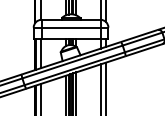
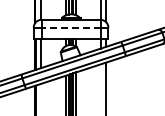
line at (70, 27): solid -> dashed
line at (100, 88): present -> none
line at (41, 97): present -> none
